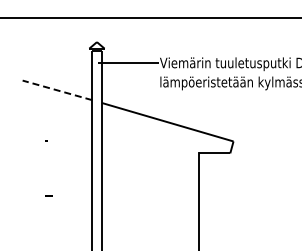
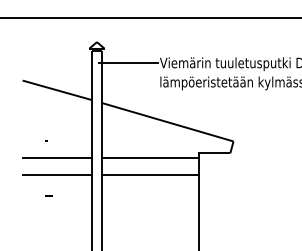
line at (56, 90): dashed -> solid
line at (57, 158): none -> present
line at (149, 158): none -> present
line at (57, 175): none -> present
line at (149, 175): none -> present
